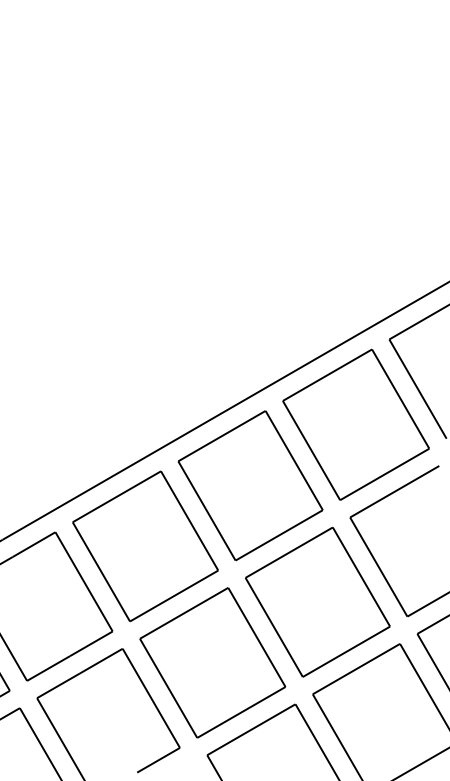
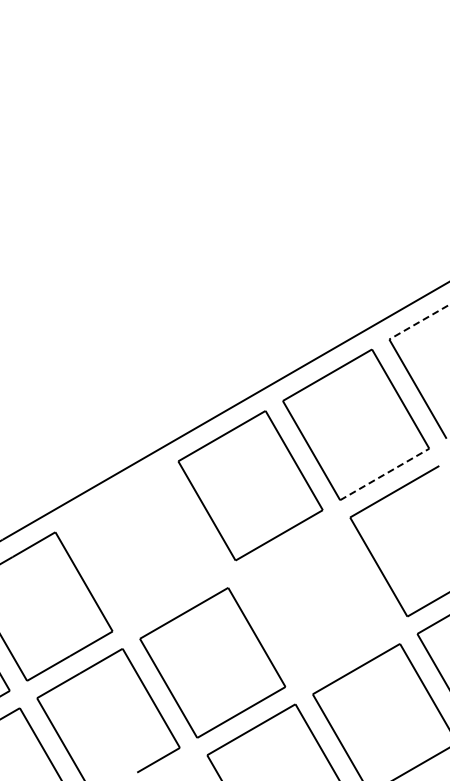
line at (419, 322): solid -> dashed
line at (385, 474): solid -> dashed
part at (145, 546): present -> none
part at (317, 601): present -> none
